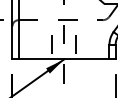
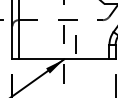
line at (51, 46): present -> none
